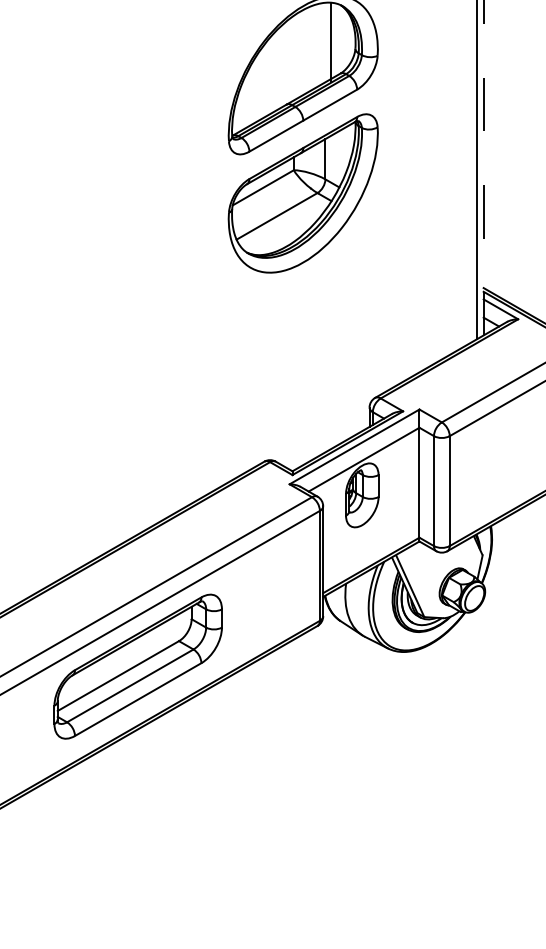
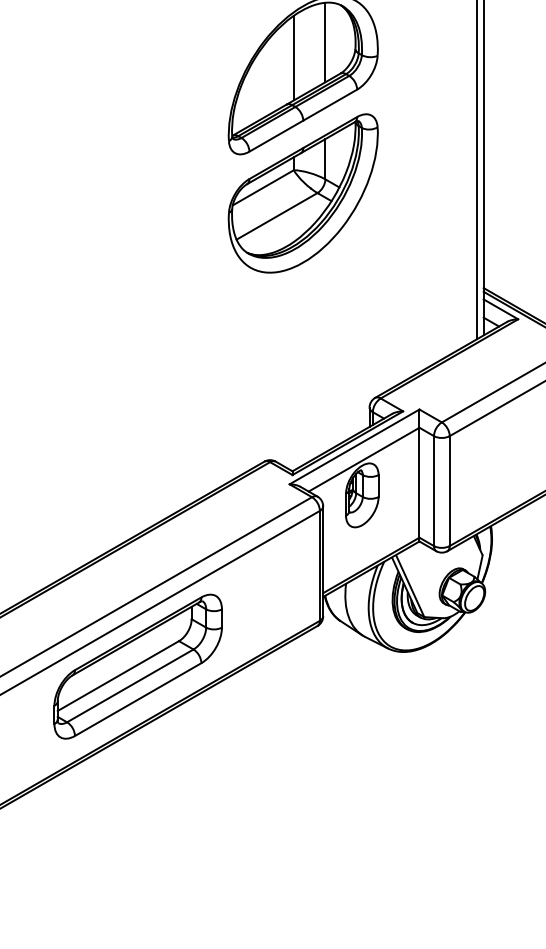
line at (331, 42) position: (331, 42) -> (325, 42)
line at (293, 57): none -> present
line at (483, 168): dashed -> solid
